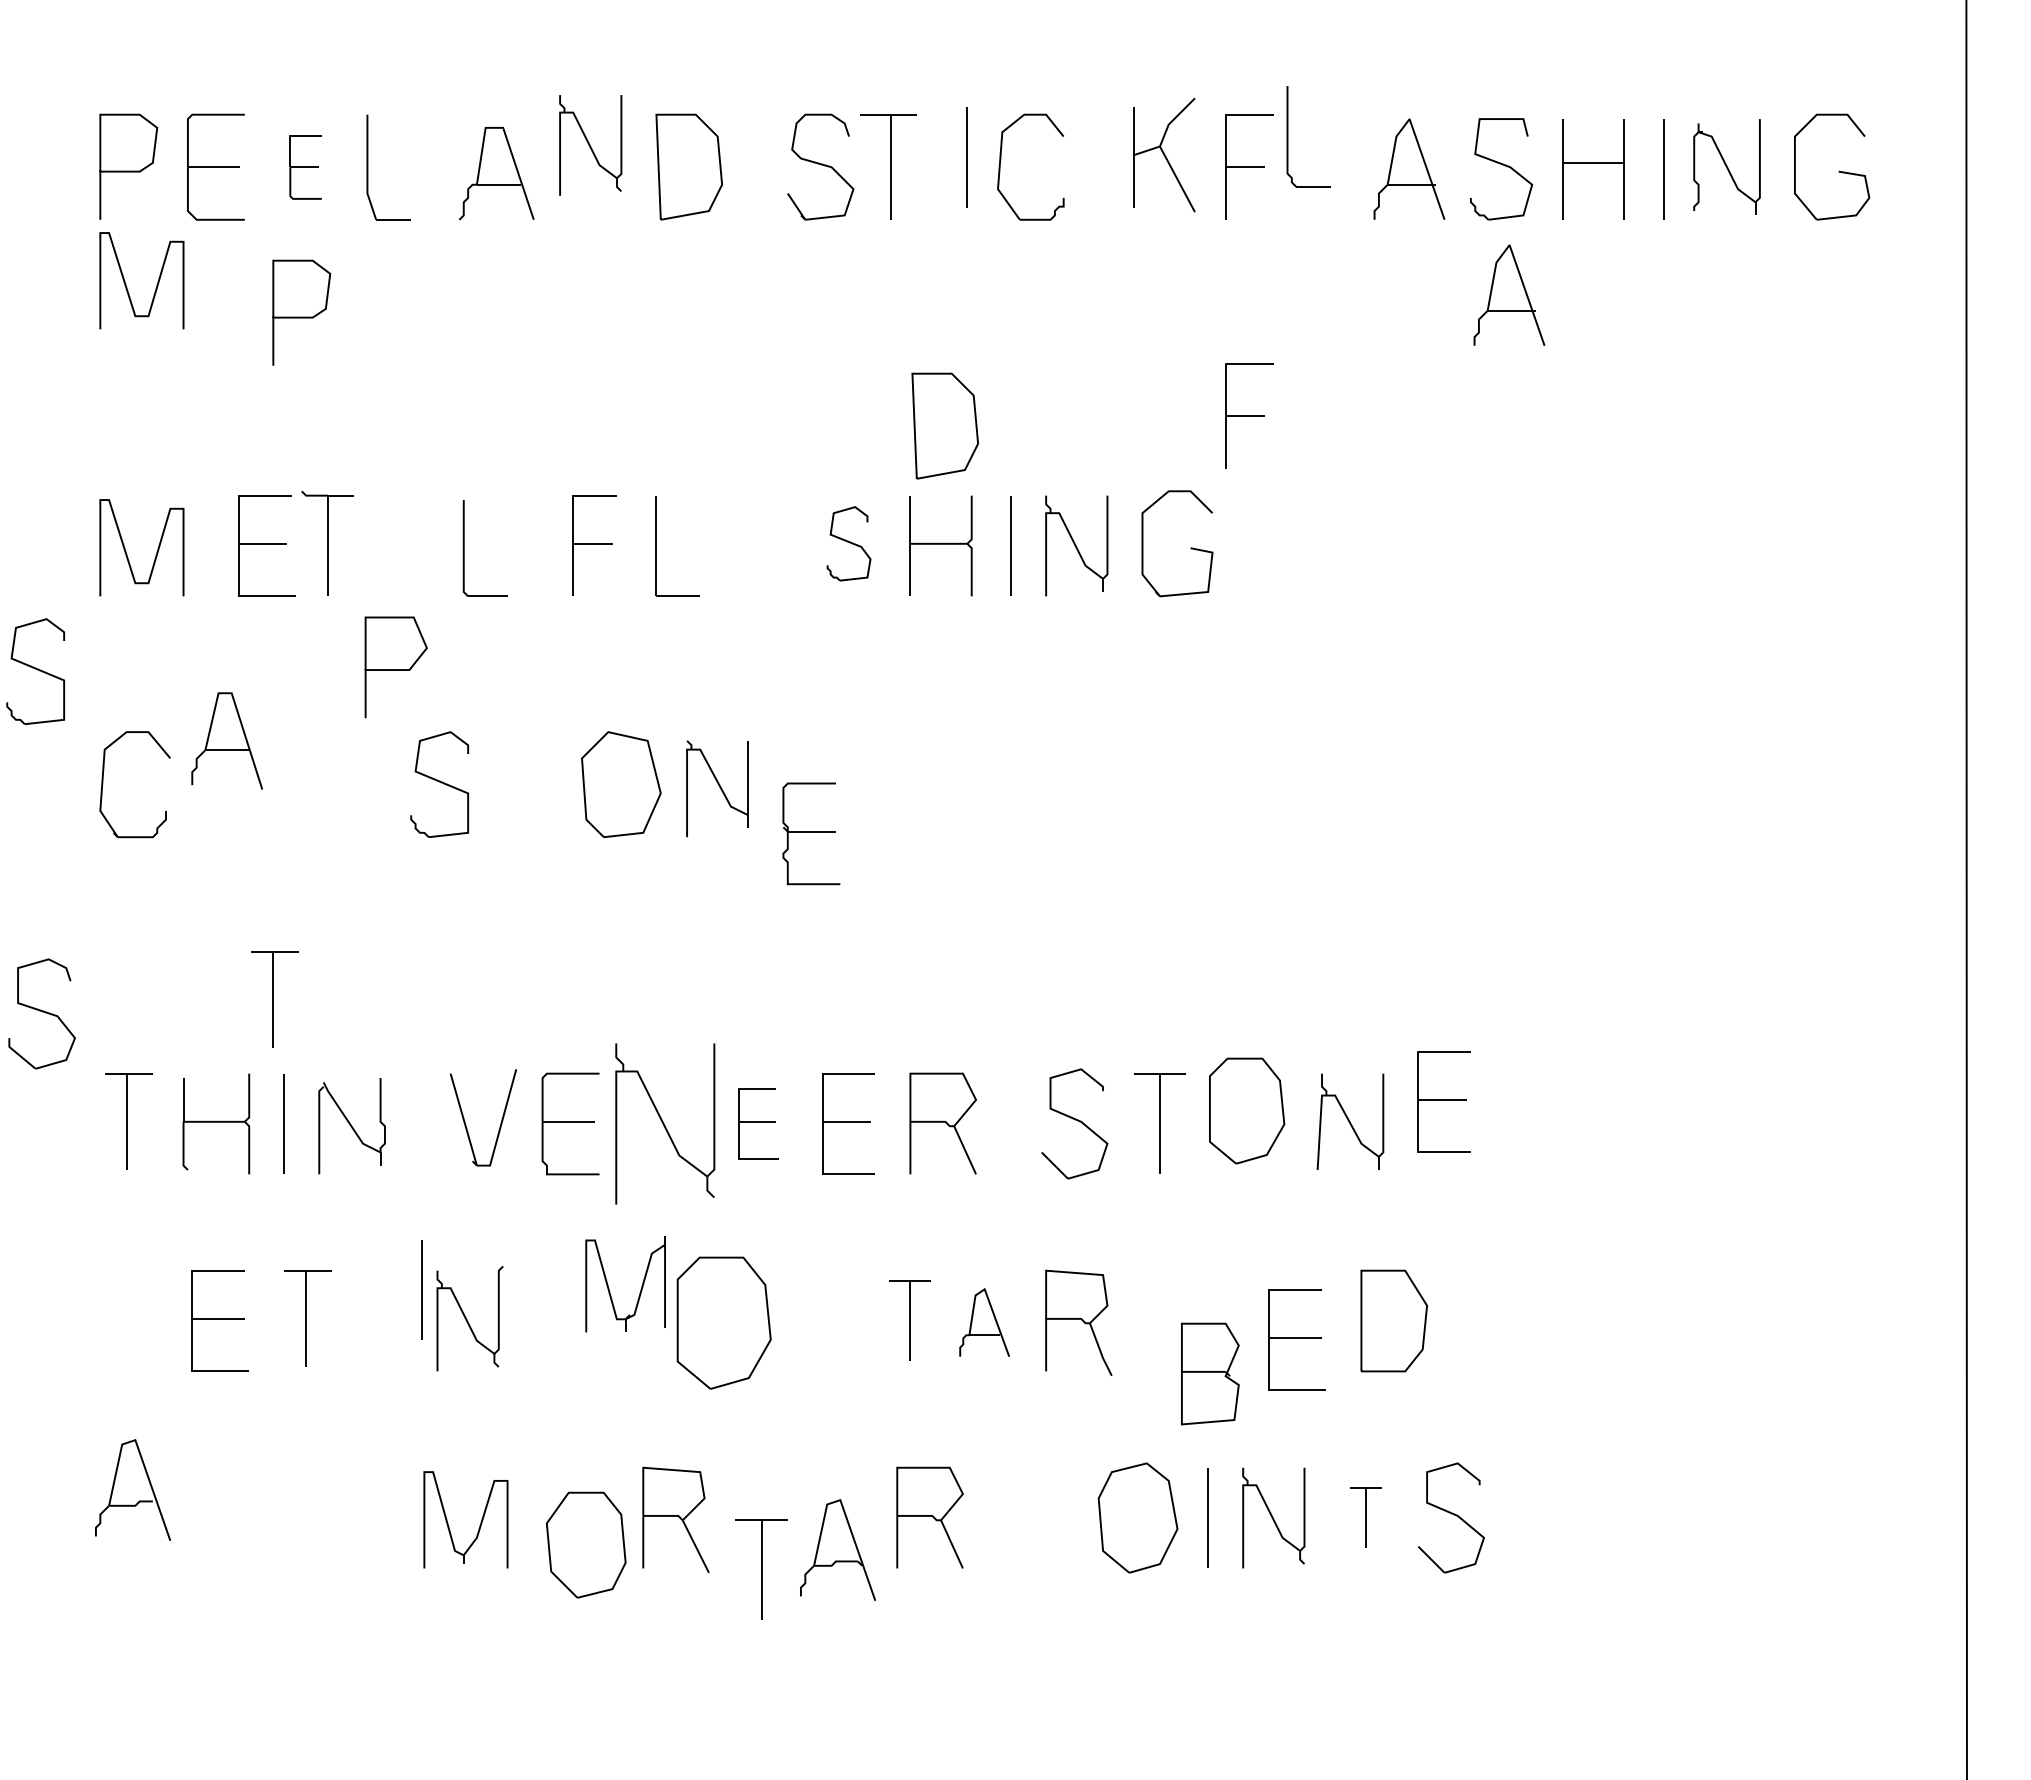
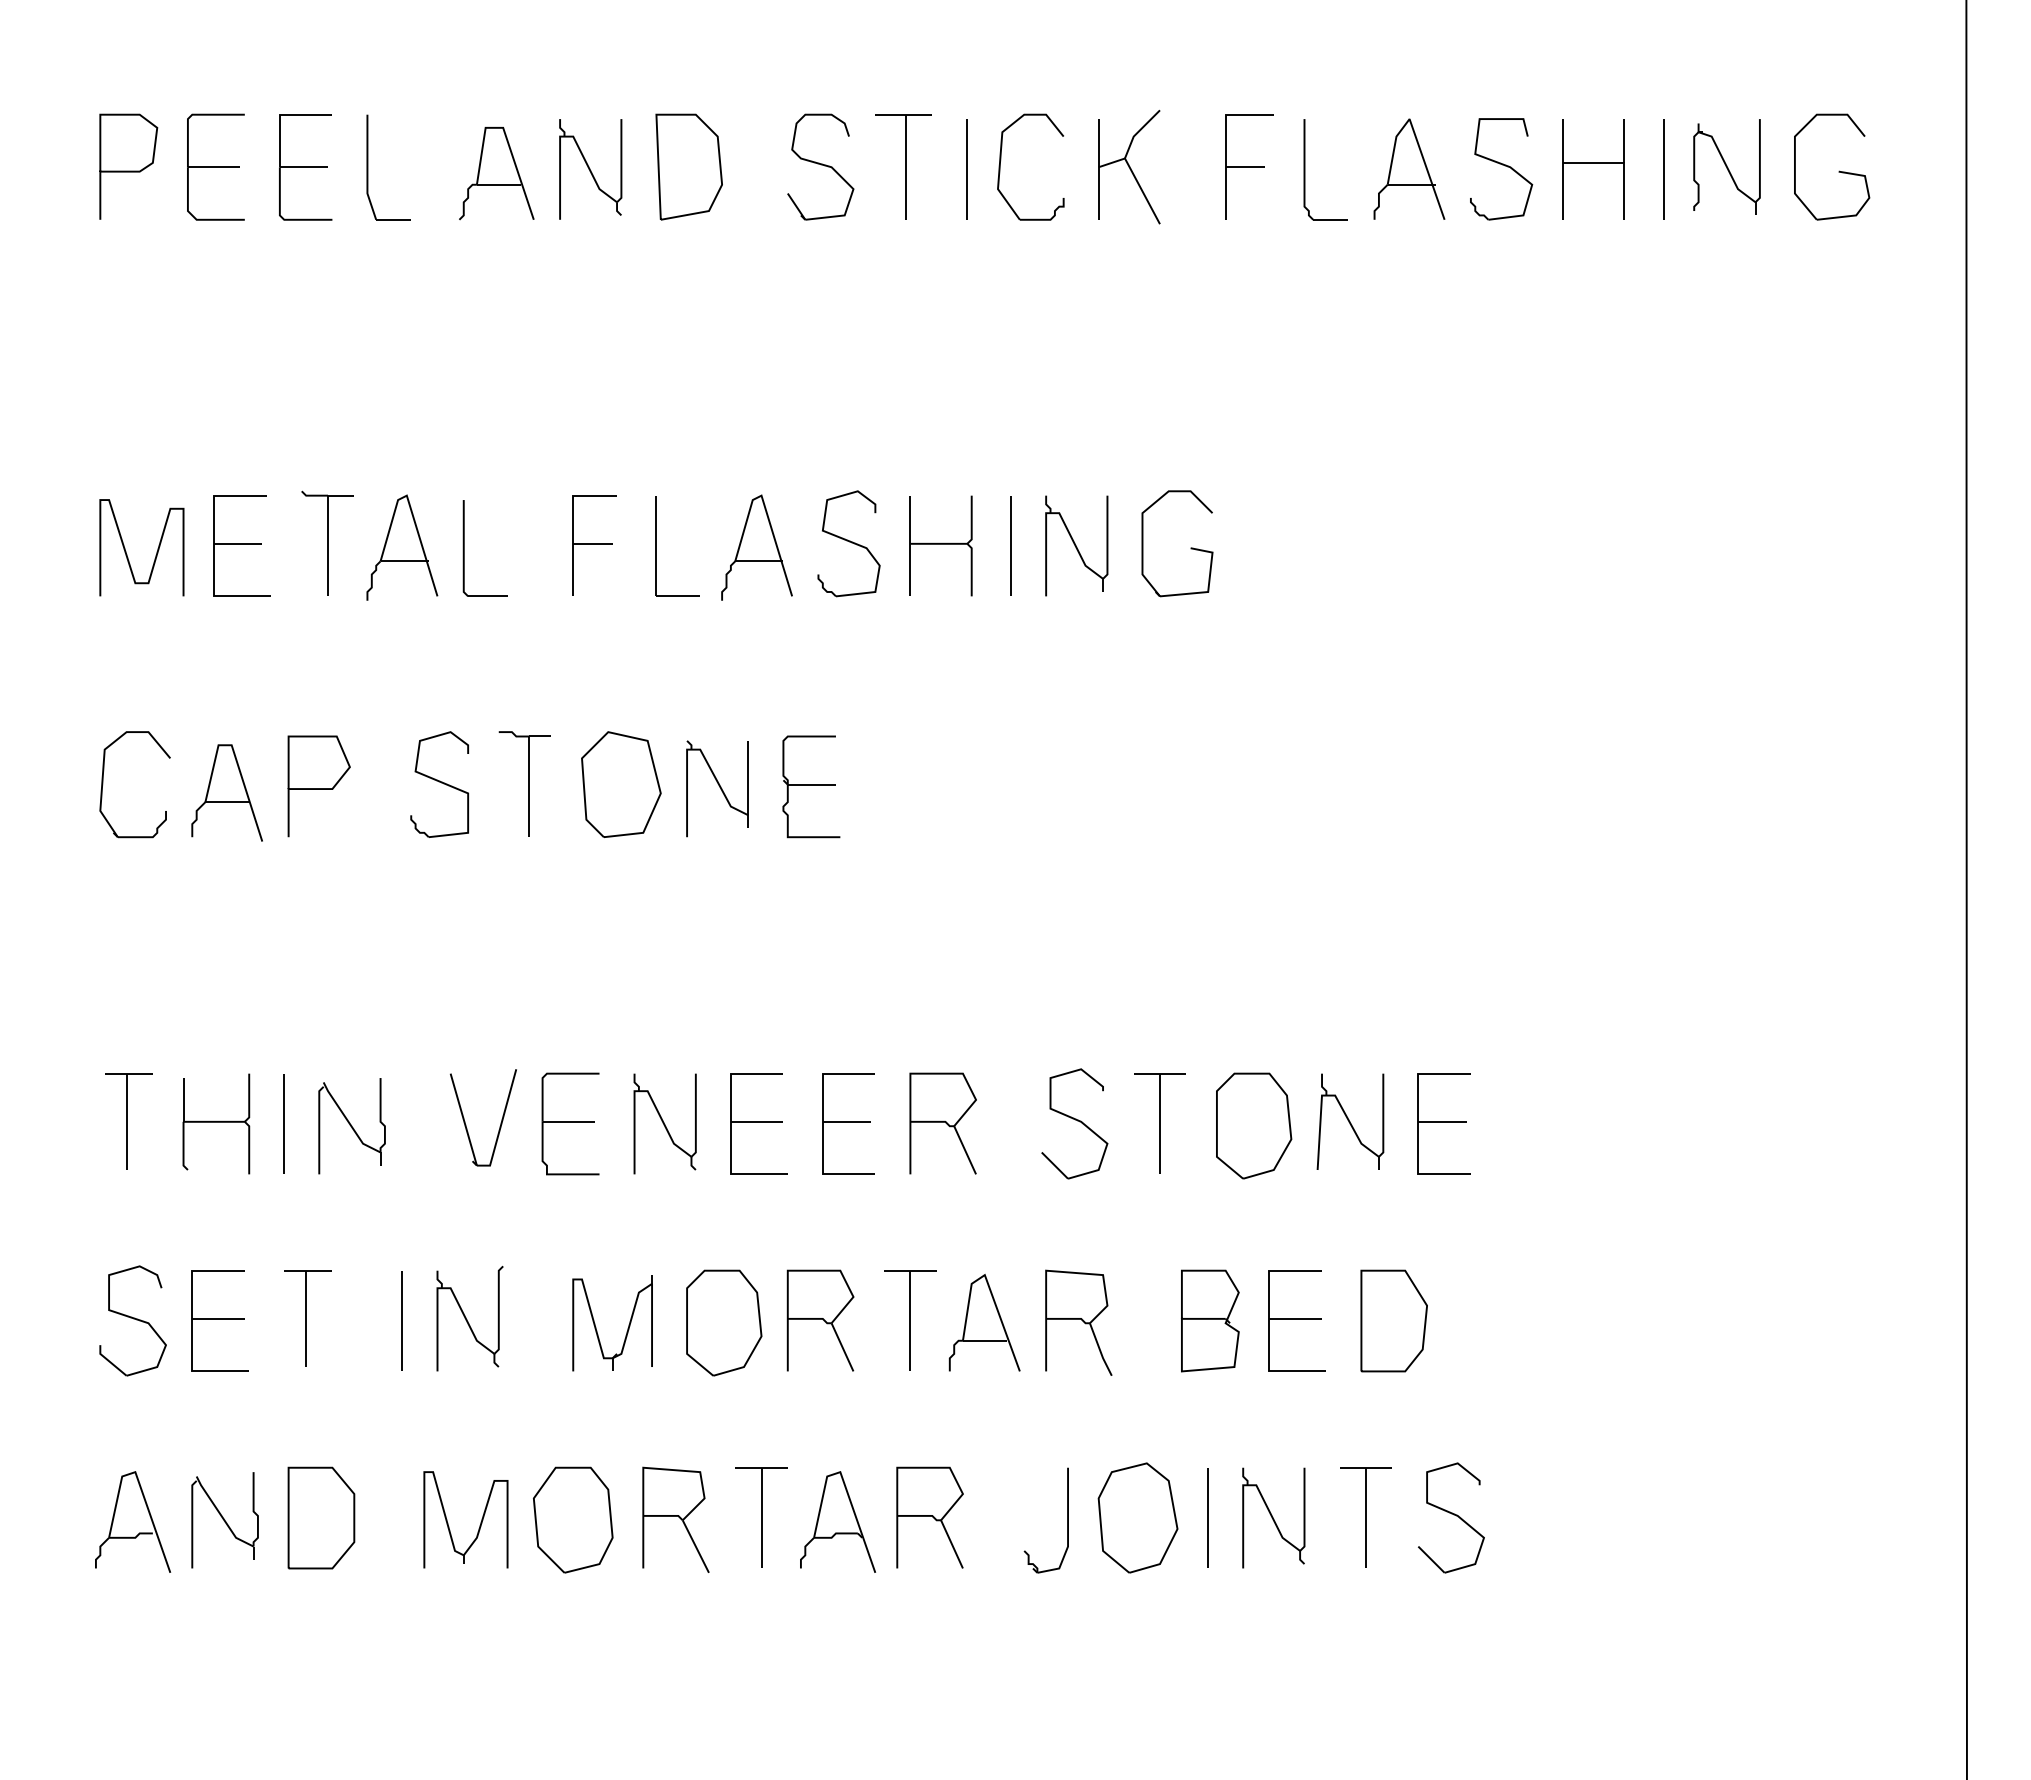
part at (1288, 136) position: (1288, 136) -> (1305, 169)
part at (590, 145) position: (590, 145) -> (590, 169)
part at (1164, 154) position: (1164, 154) -> (1129, 166)
line at (966, 157) position: (966, 157) -> (966, 169)
part at (888, 166) position: (888, 166) -> (903, 166)
part at (305, 167) size: 33x65 px -> 54x107 px
curve at (126, 284): present -> none
part at (1509, 294): present -> none
curve at (301, 316): present -> none
part at (1249, 415): present -> none
part at (944, 425): present -> none
part at (848, 543) size: 46x76 px -> 64x108 px
part at (266, 545) position: (266, 545) -> (241, 545)
part at (402, 547): none -> present
part at (756, 547): none -> present
curve at (395, 669) position: (395, 669) -> (318, 788)
part at (35, 671): present -> none
part at (226, 740) position: (226, 740) -> (226, 792)
part at (524, 783): none -> present
part at (811, 833) position: (811, 833) -> (811, 786)
part at (274, 999): present -> none
part at (41, 1013) position: (41, 1013) -> (132, 1320)
part at (1443, 1101) position: (1443, 1101) -> (1443, 1123)
part at (1247, 1110) position: (1247, 1110) -> (1254, 1125)
part at (665, 1123) size: 101x162 px -> 64x102 px
part at (758, 1123) size: 41x72 px -> 58x102 px
line at (421, 1289) position: (421, 1289) -> (401, 1320)
part at (640, 1289) position: (640, 1289) -> (627, 1328)
part at (820, 1320): none -> present
part at (909, 1320) size: 42x81 px -> 53x101 px
part at (723, 1322) size: 96x134 px -> 77x108 px
part at (984, 1322) size: 51x69 px -> 73x99 px
part at (1296, 1339) position: (1296, 1339) -> (1296, 1320)
part at (1210, 1373) position: (1210, 1373) -> (1210, 1320)
part at (139, 1500) position: (139, 1500) -> (139, 1532)
part at (321, 1517): none -> present
part at (1365, 1517) size: 32x61 px -> 52x101 px
part at (224, 1520): none -> present
part at (1067, 1520): none -> present
part at (586, 1544) position: (586, 1544) -> (573, 1519)
part at (838, 1549) position: (838, 1549) -> (838, 1521)
part at (761, 1569) position: (761, 1569) -> (761, 1517)
